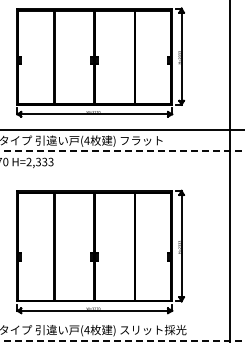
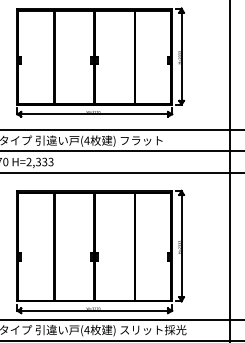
line at (122, 151): dashed -> solid
line at (121, 172): none -> present
line at (121, 319): none -> present
line at (122, 340): dashed -> solid
